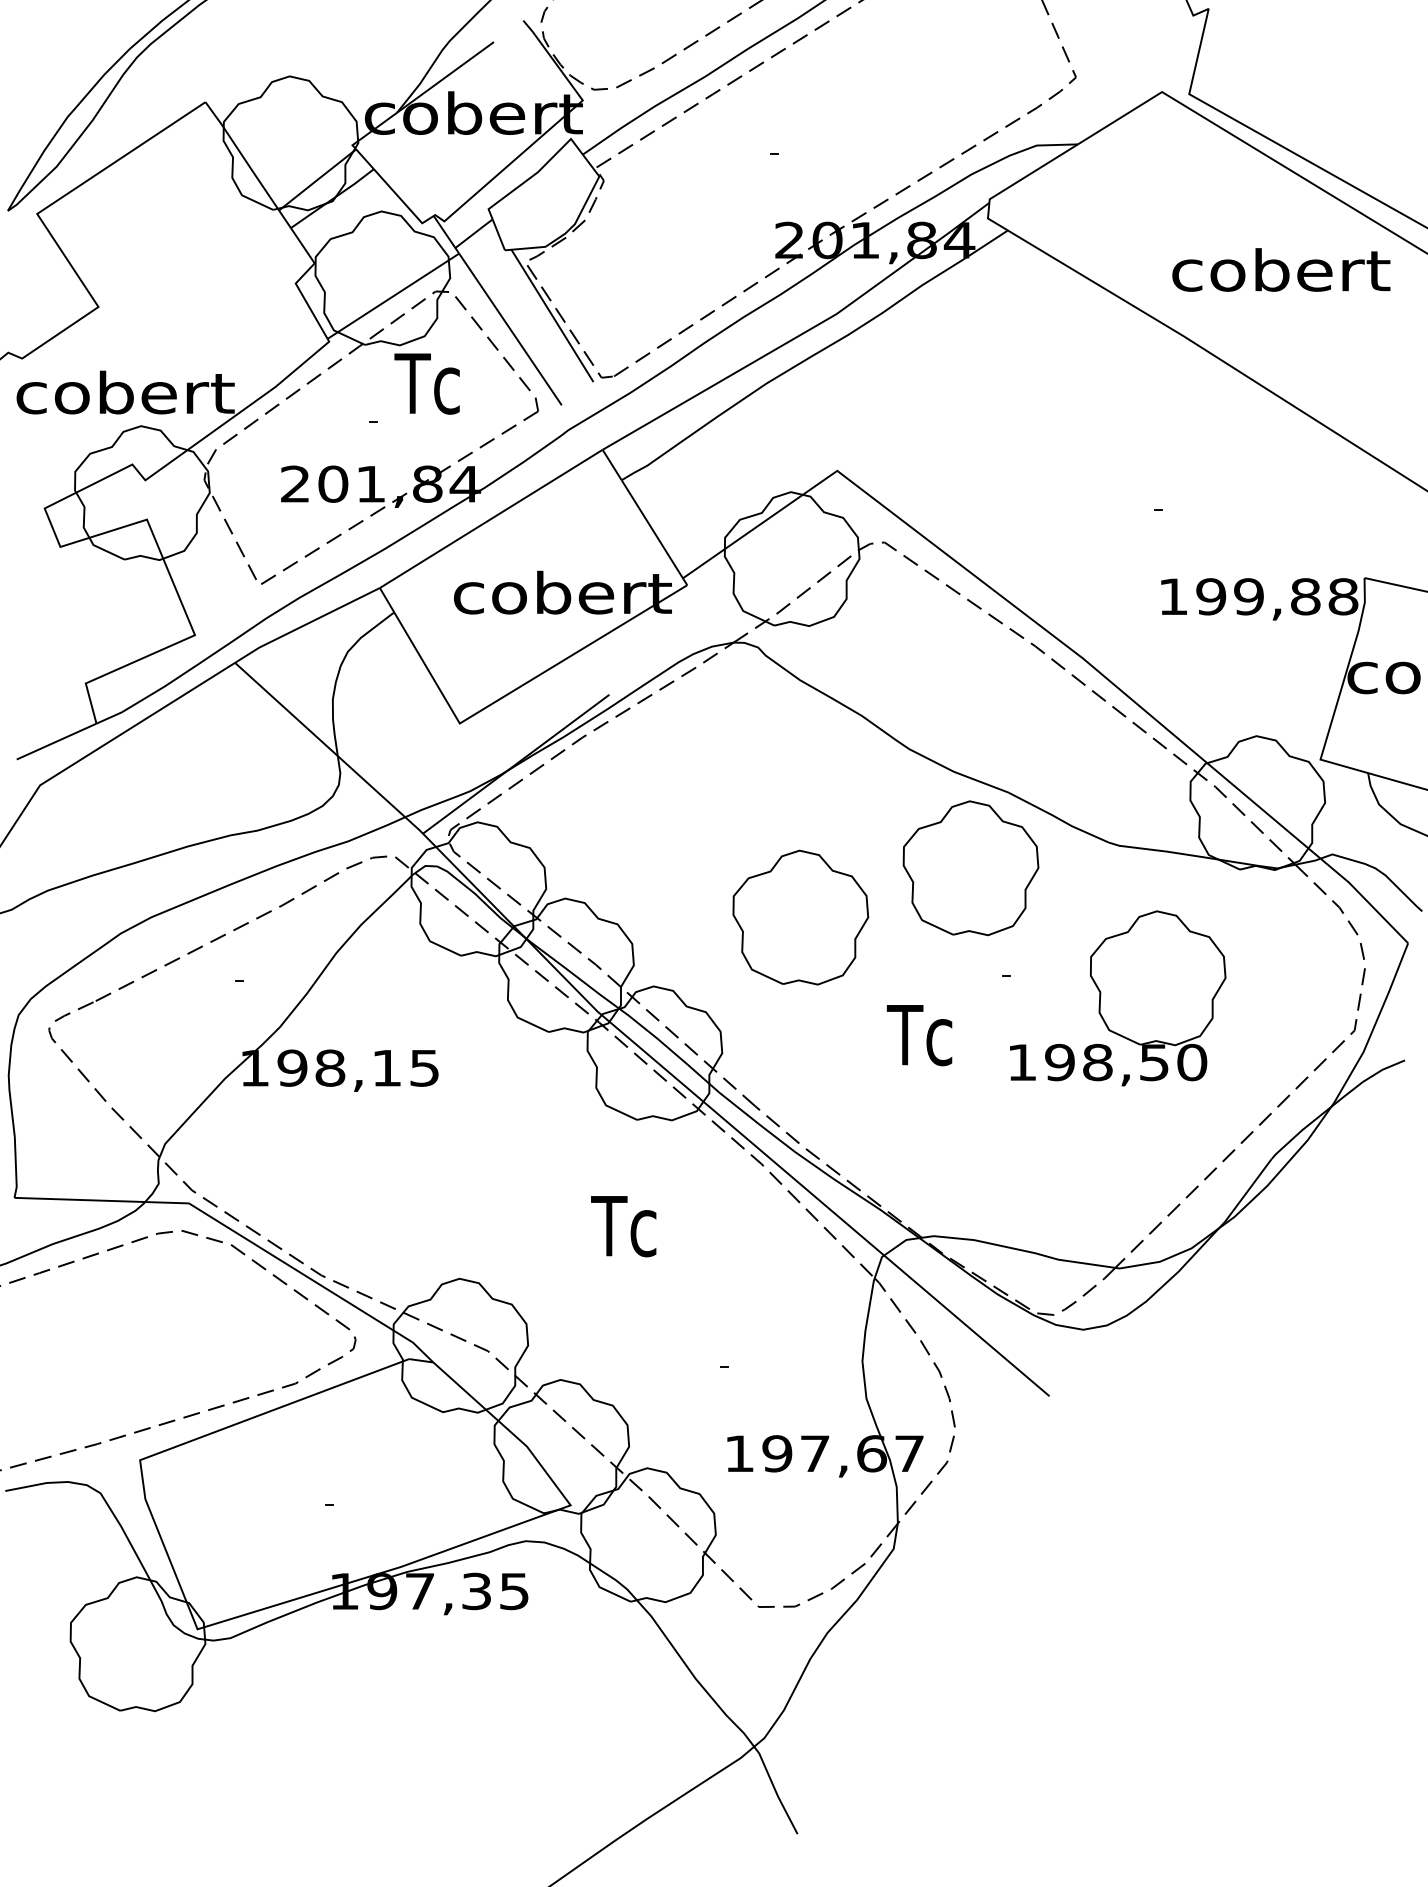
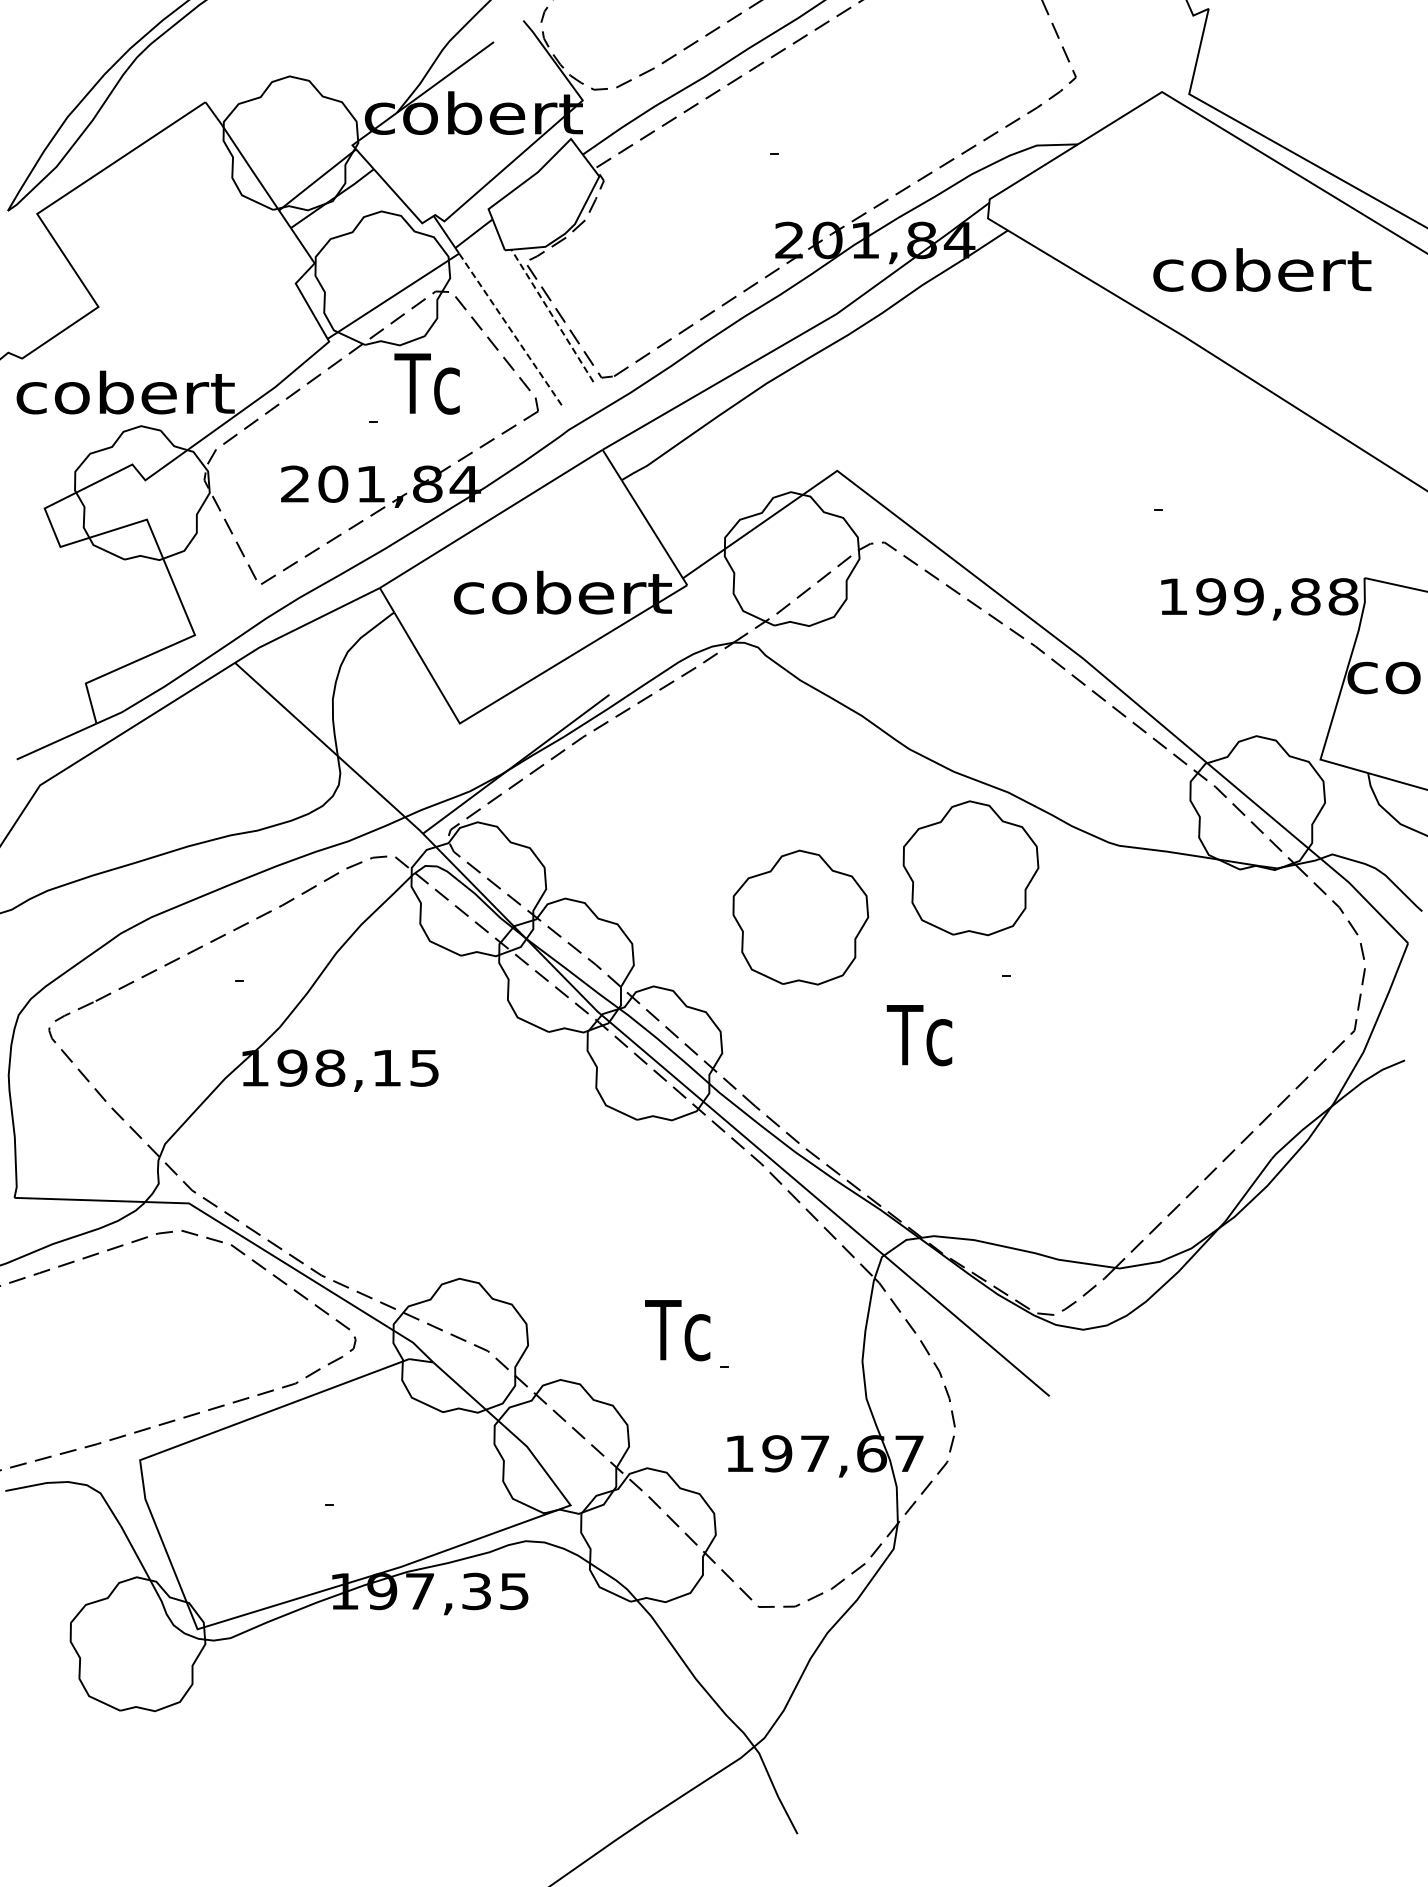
text at (1281, 269) position: (1281, 269) -> (1262, 269)
line at (552, 315): solid -> dashed
line at (510, 329): solid -> dashed
part at (1118, 998): present -> none
text at (623, 1226) position: (623, 1226) -> (677, 1330)
